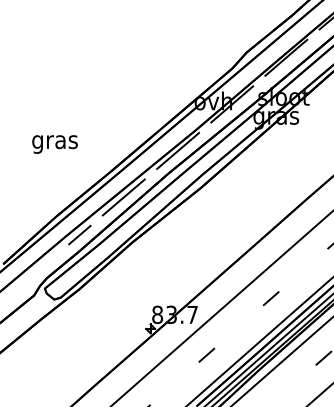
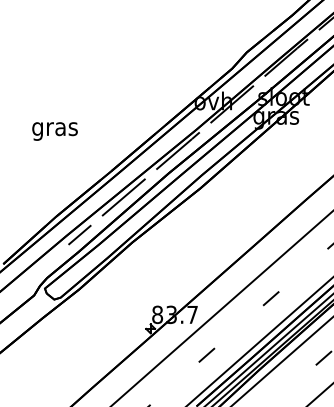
text at (54, 144) position: (54, 144) -> (54, 131)
